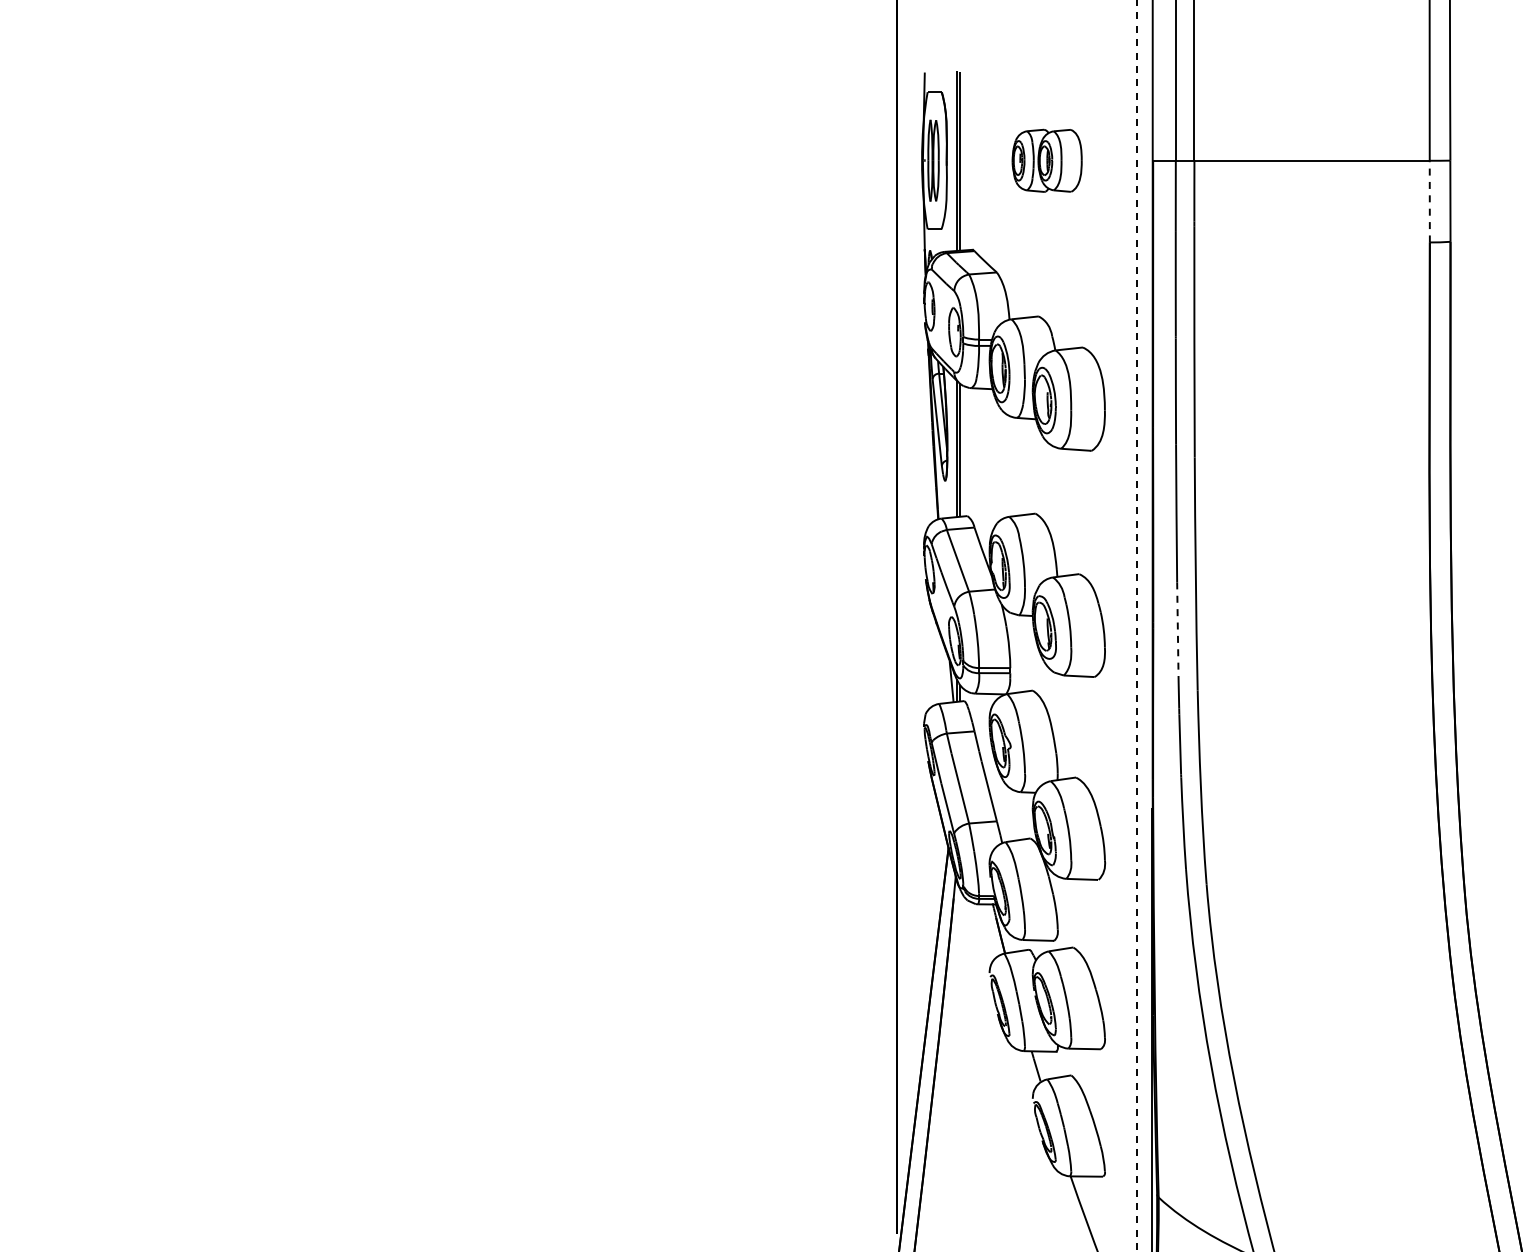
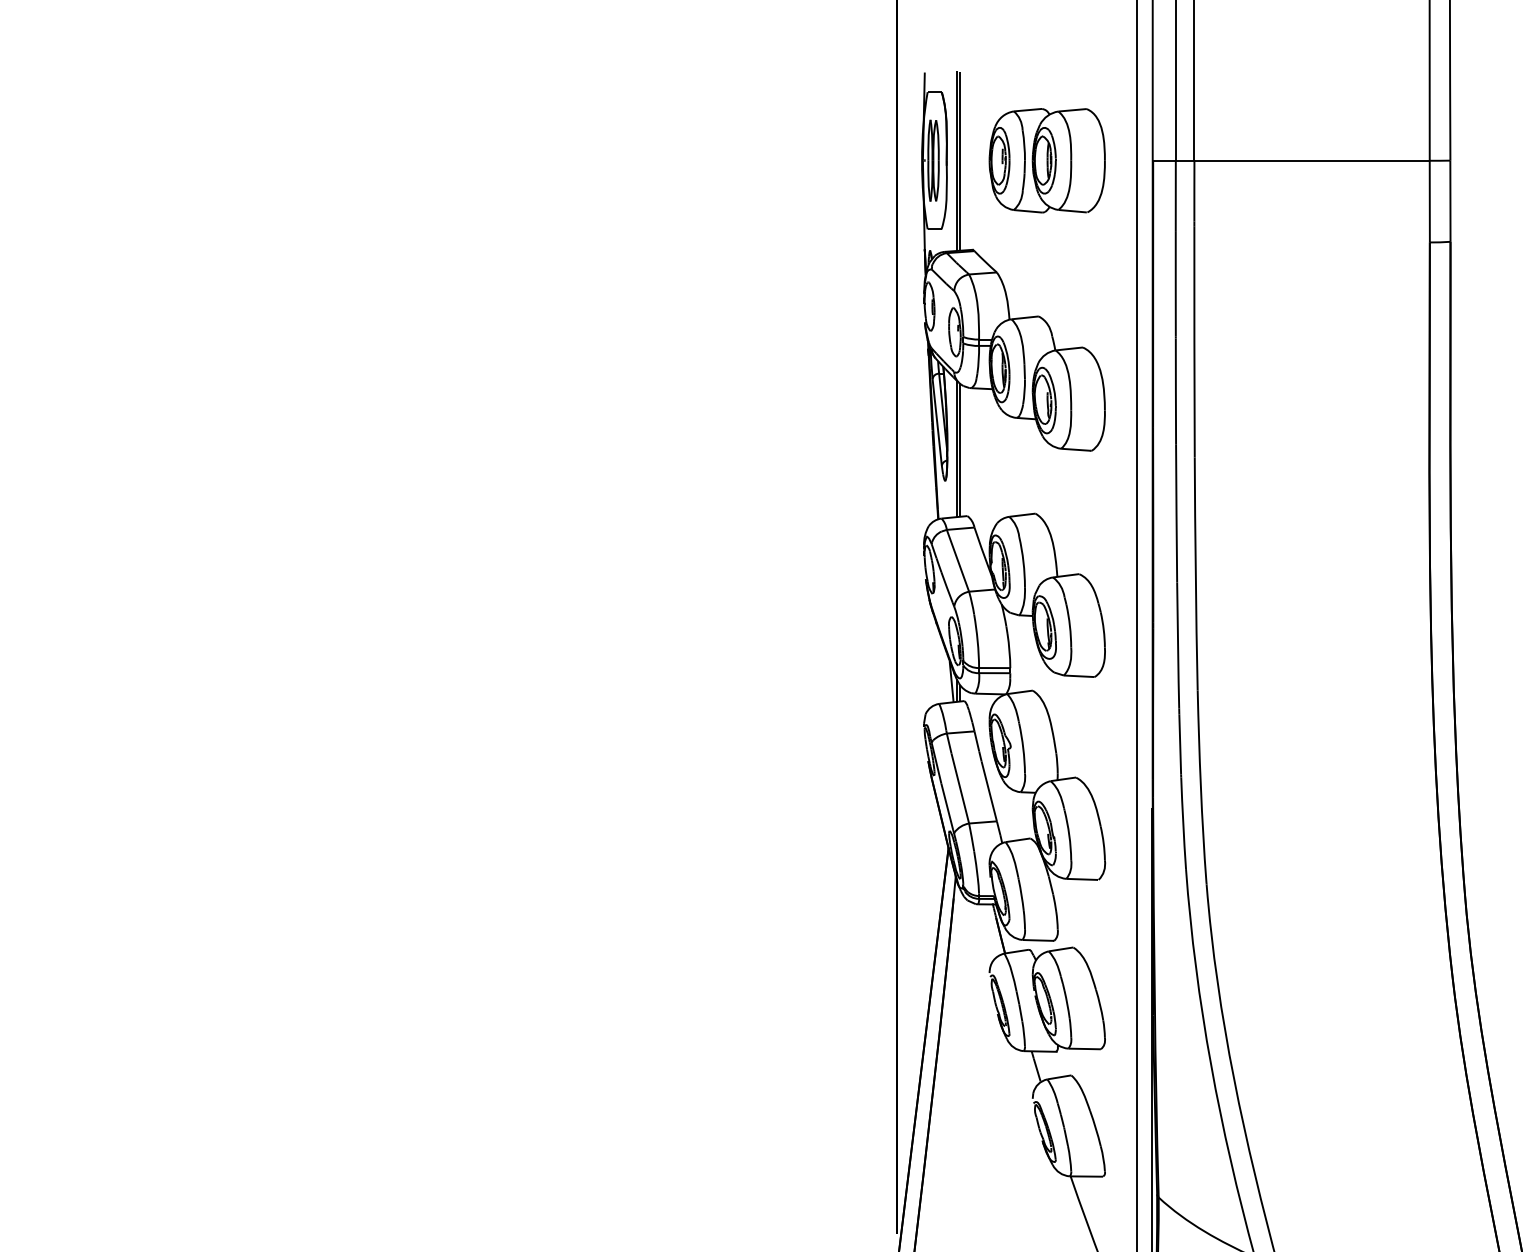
part at (1046, 160) size: 72x65 px -> 118x106 px
line at (1429, 201): dashed -> solid
line at (1137, 625): dashed -> solid
line at (1177, 632): dashed -> solid
